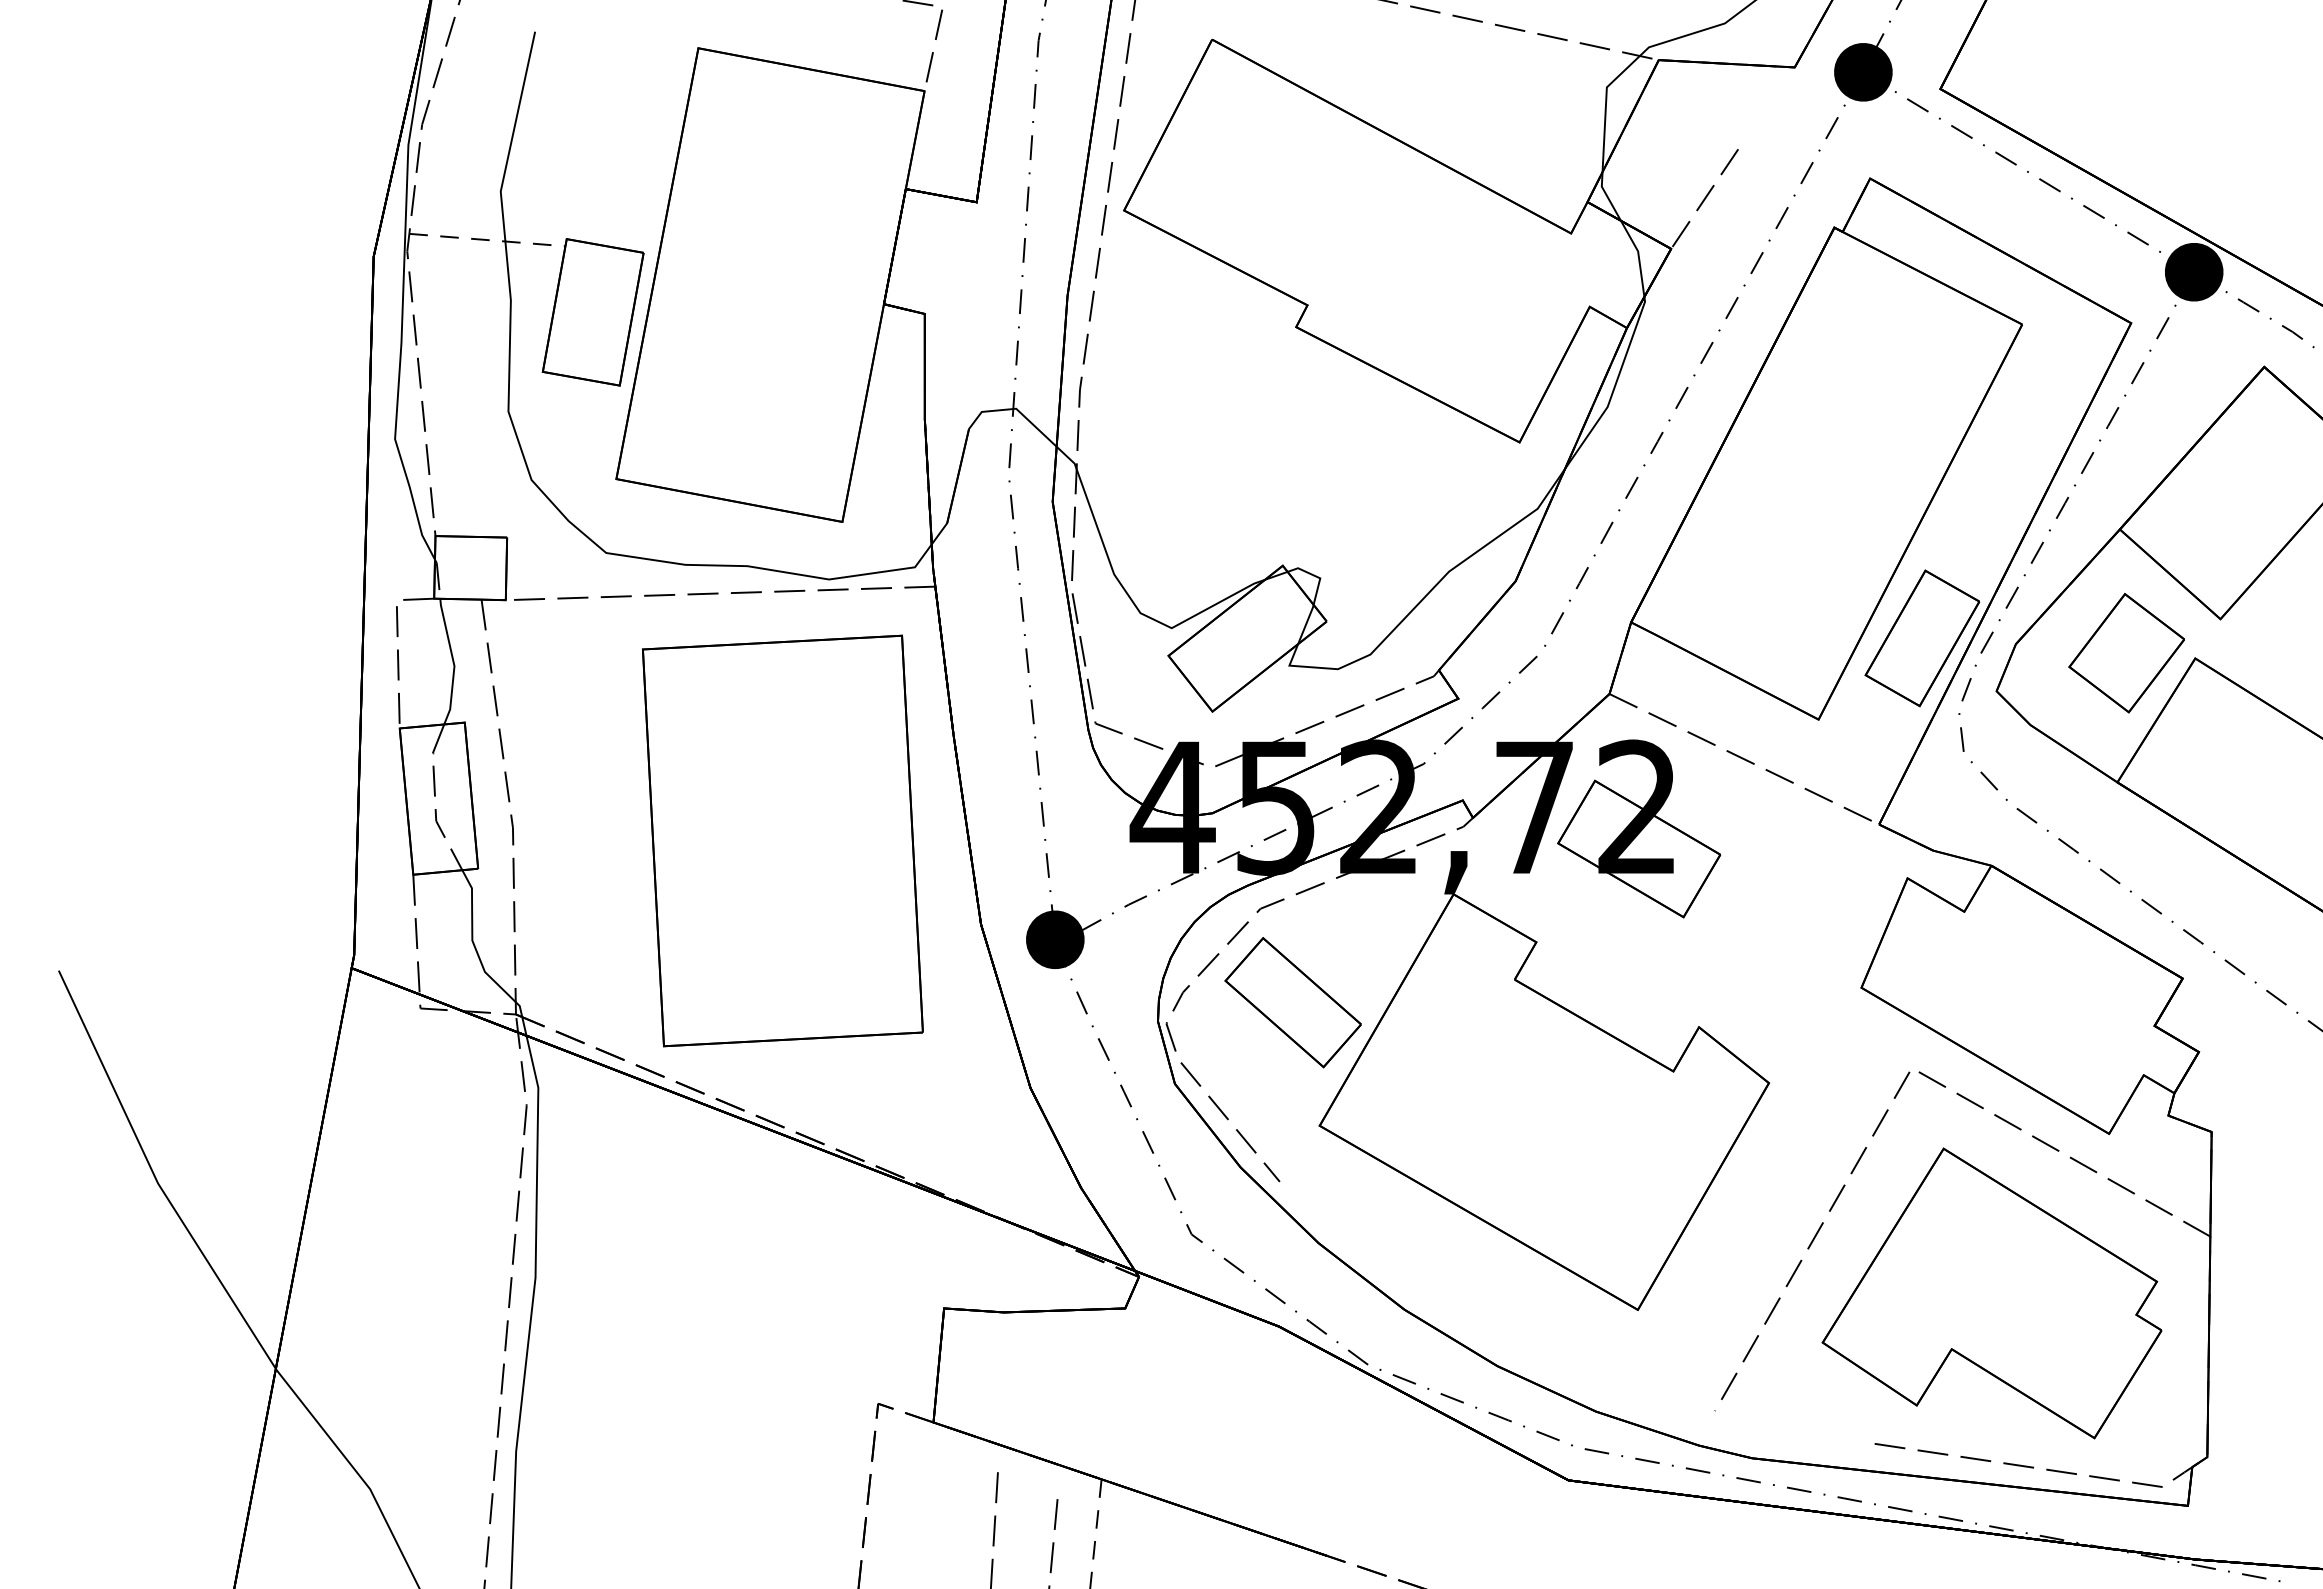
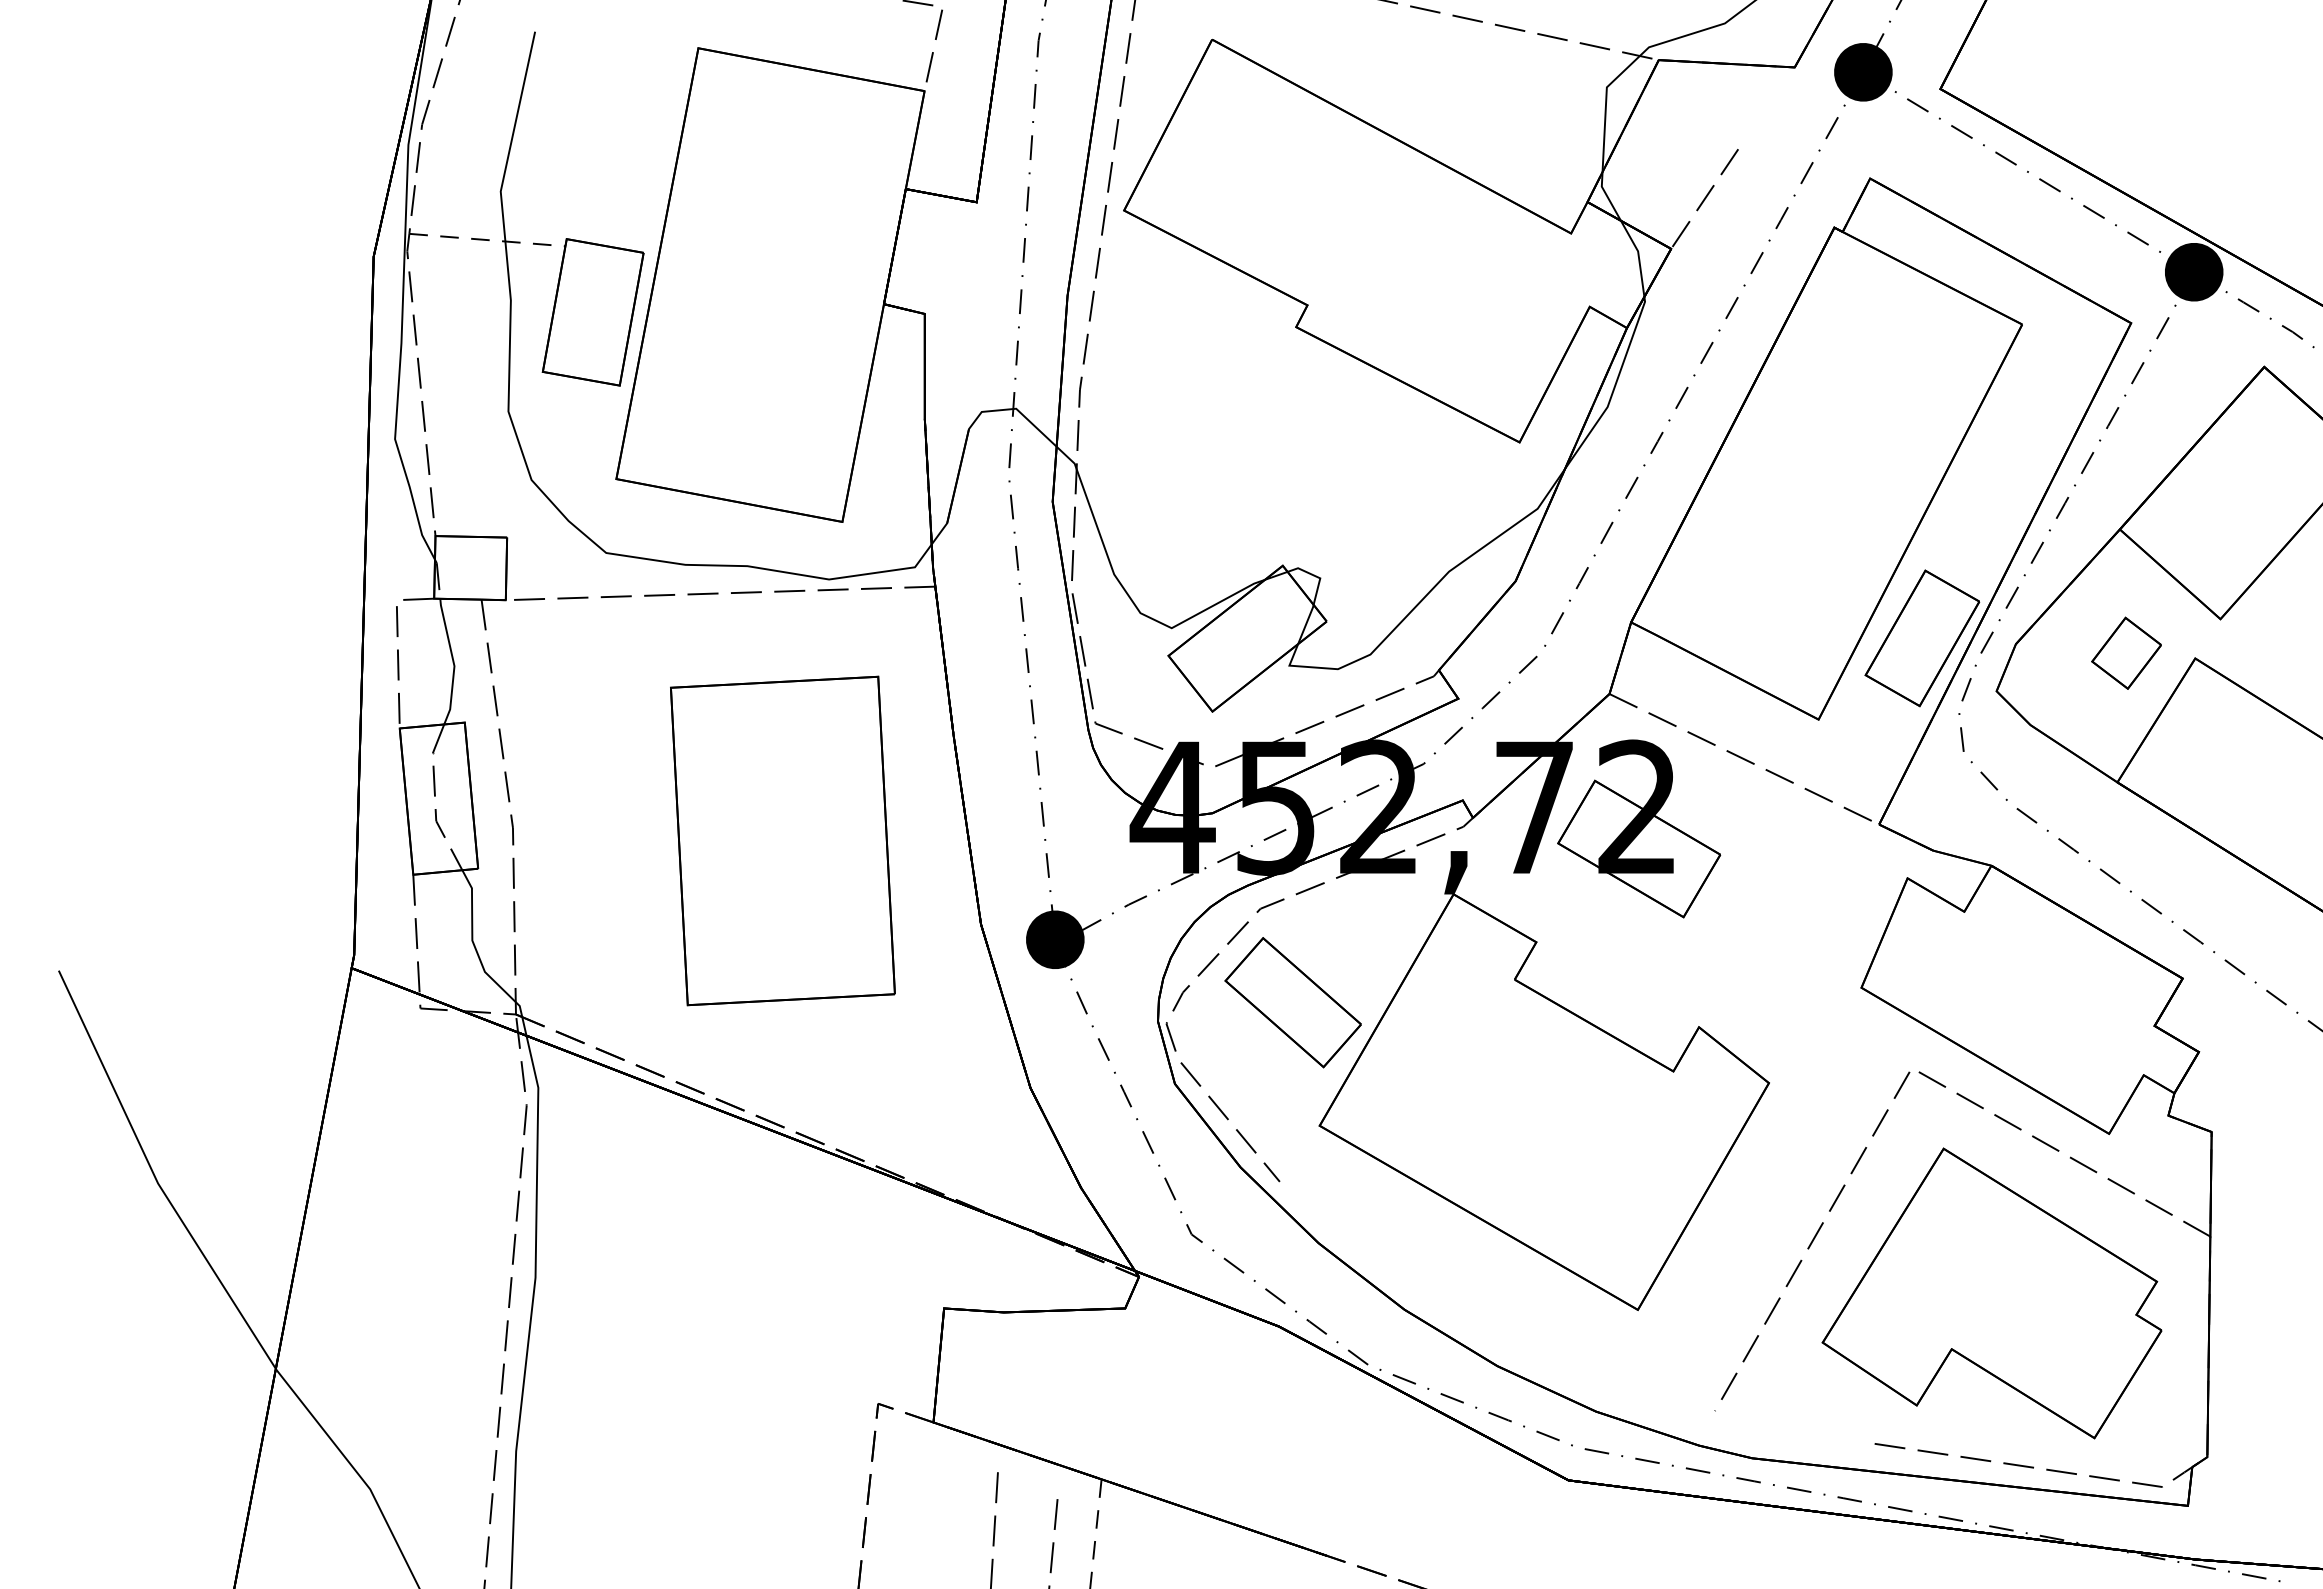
part at (2126, 653) size: 117x121 px -> 71x74 px
part at (782, 840) size: 282x414 px -> 226x332 px
